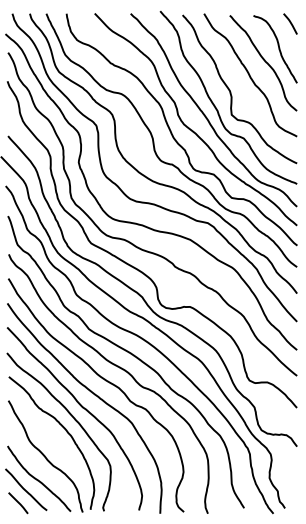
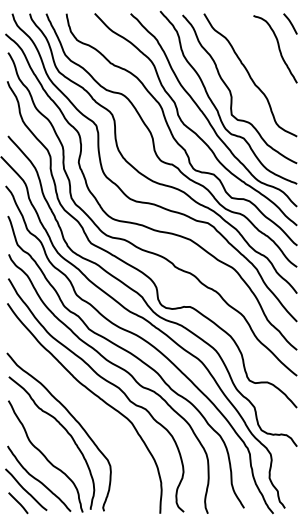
curve at (264, 61): present -> none
curve at (82, 408): present -> none
